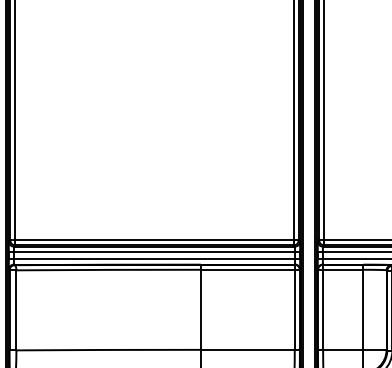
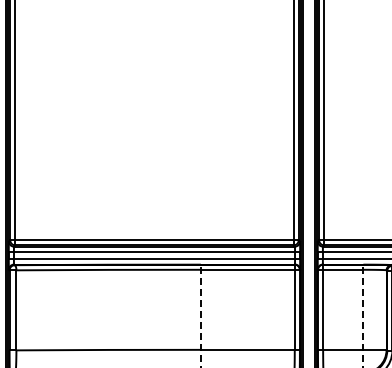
line at (200, 315): solid -> dashed
line at (363, 315): solid -> dashed
